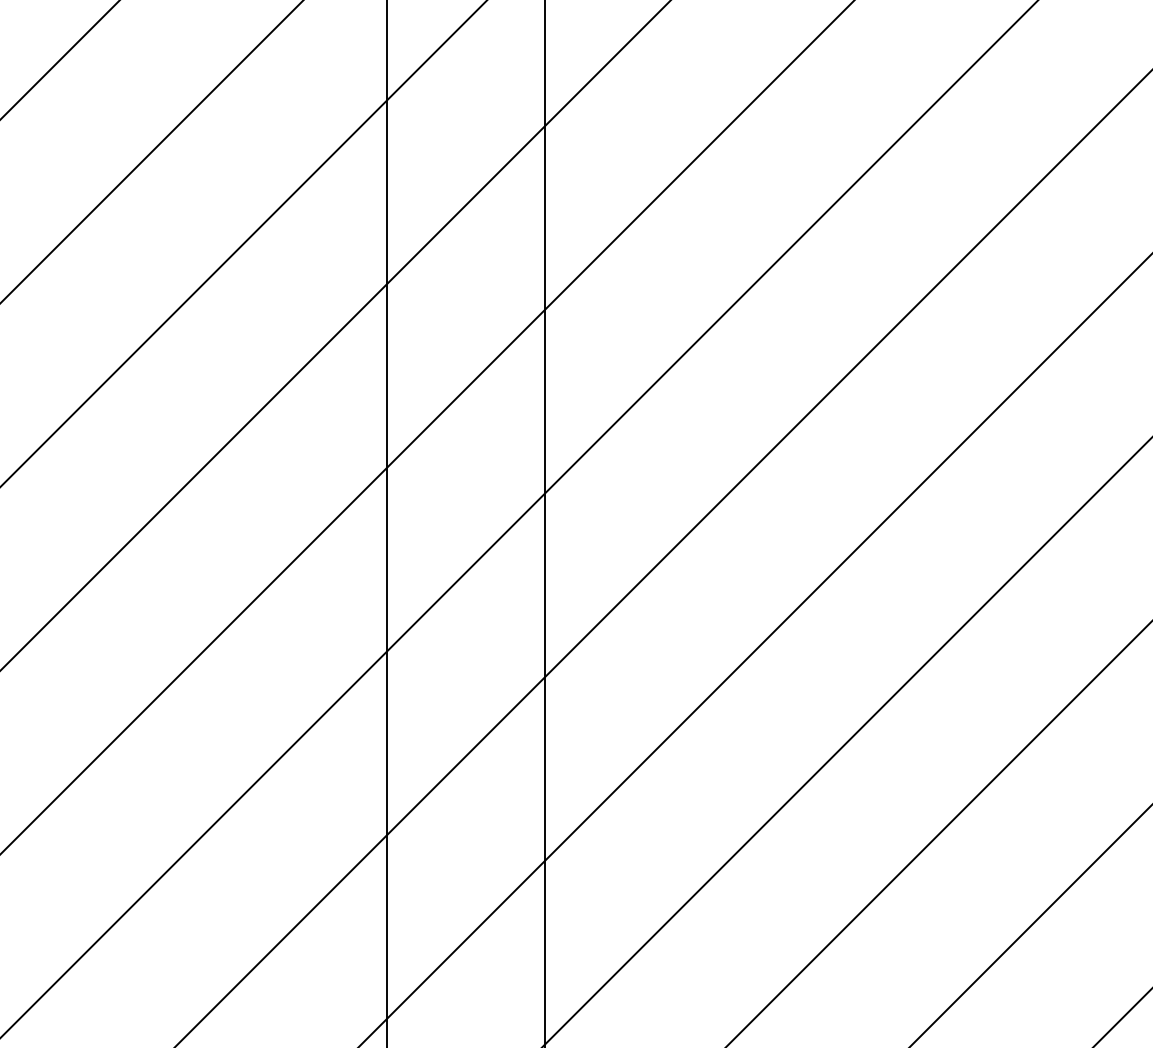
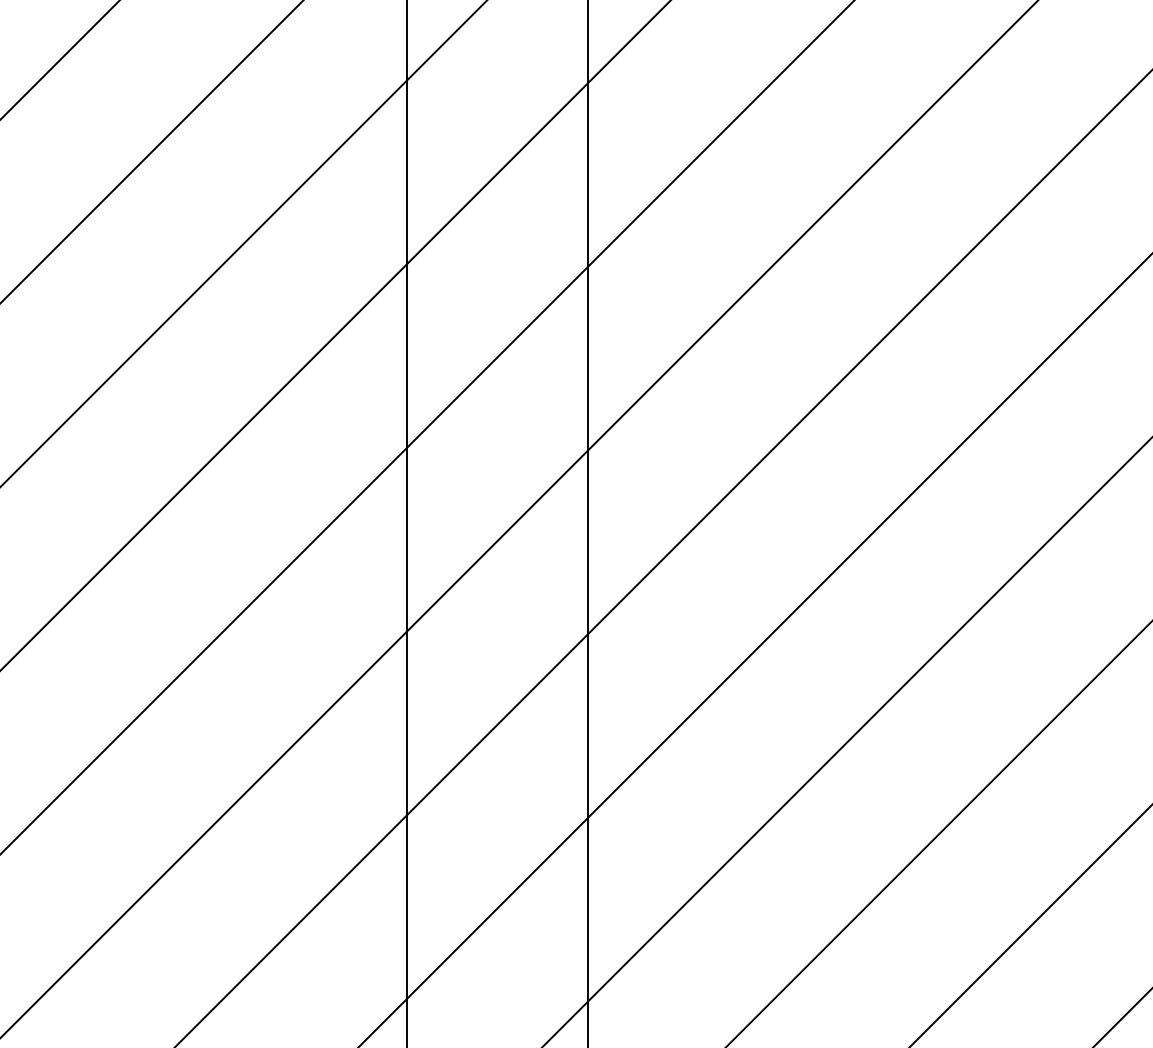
line at (386, 523) position: (386, 523) -> (406, 523)
line at (545, 523) position: (545, 523) -> (588, 523)
